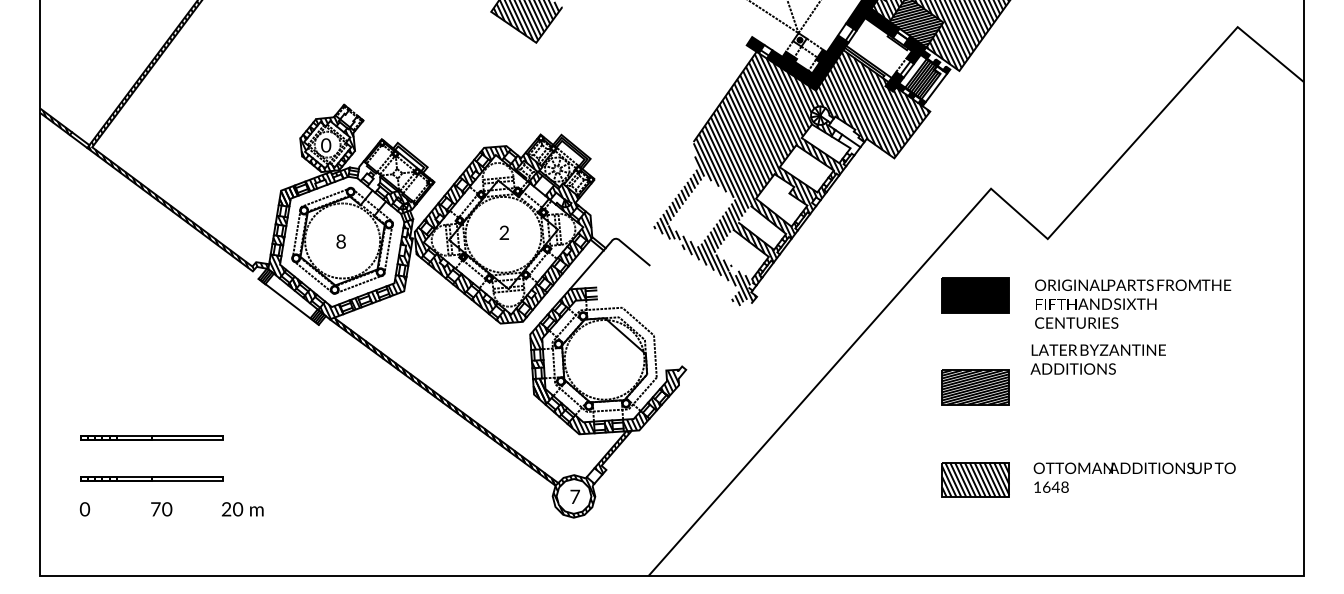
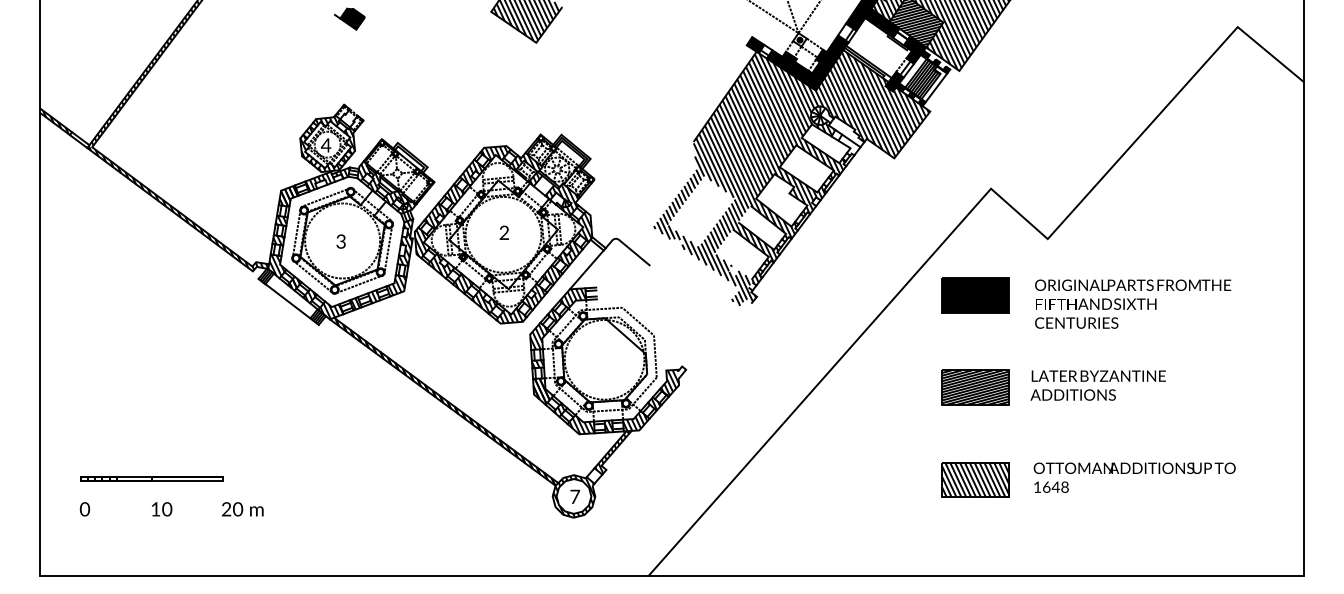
part at (349, 18): none -> present
text at (325, 145): 0 -> 4
hatch at (369, 176): none -> present
text at (340, 241): 8 -> 3
text at (1097, 359) position: (1097, 359) -> (1097, 385)
part at (151, 437): present -> none
text at (155, 509): 70 -> 10
